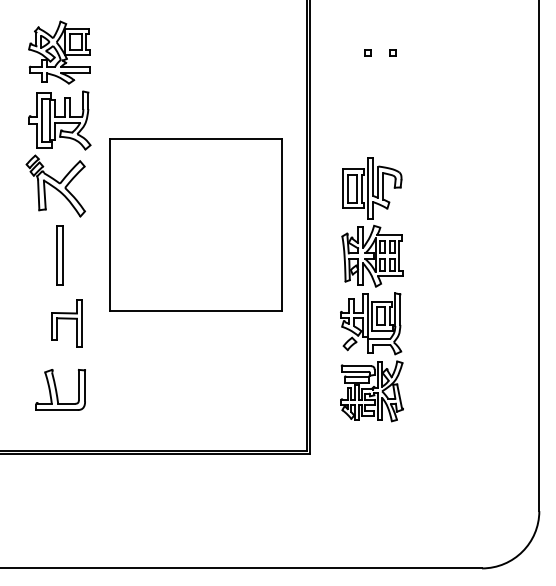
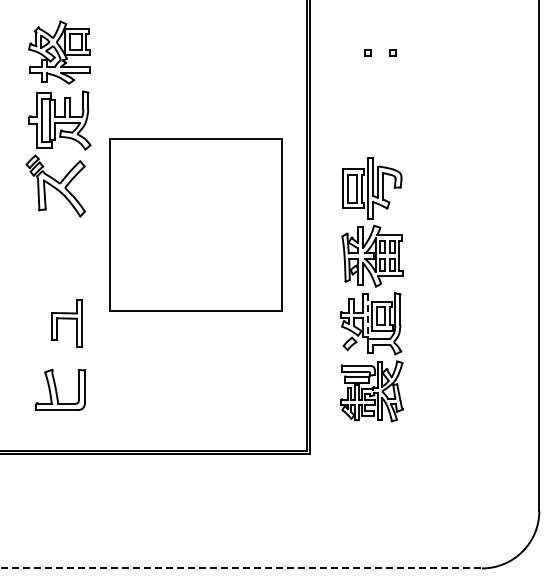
part at (59, 255): present -> none
line at (367, 315): solid -> dashed
line at (241, 568): solid -> dashed
